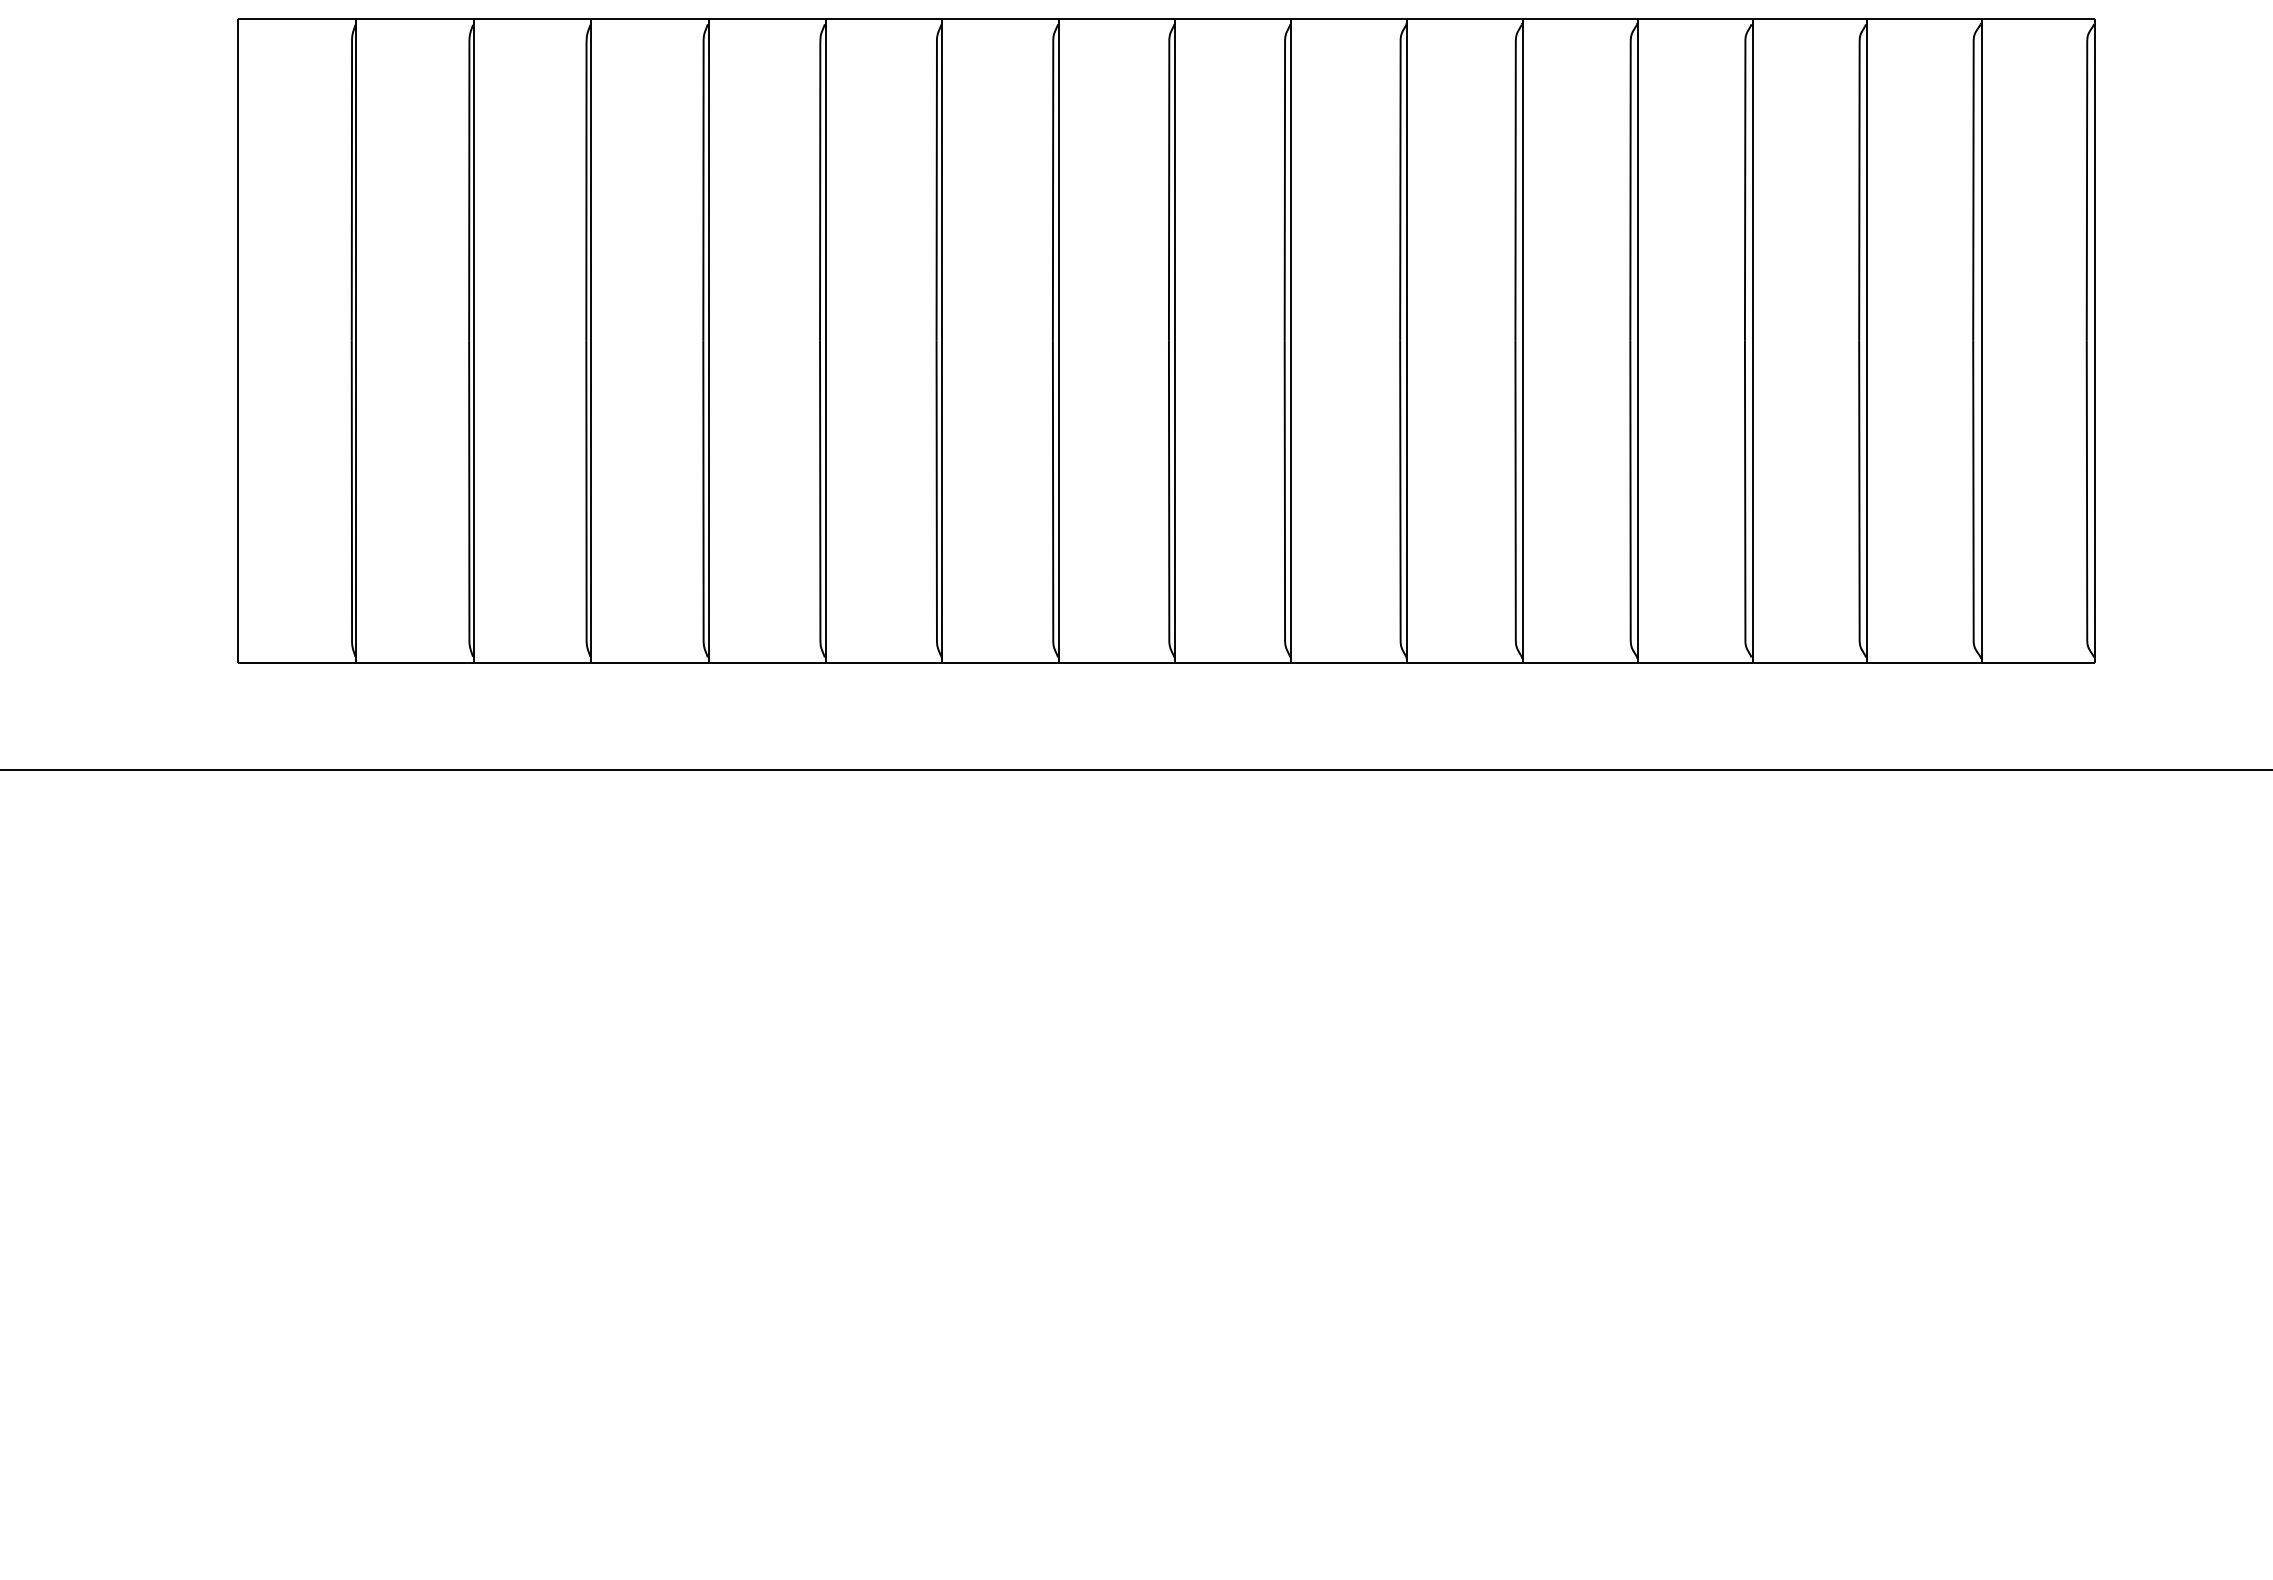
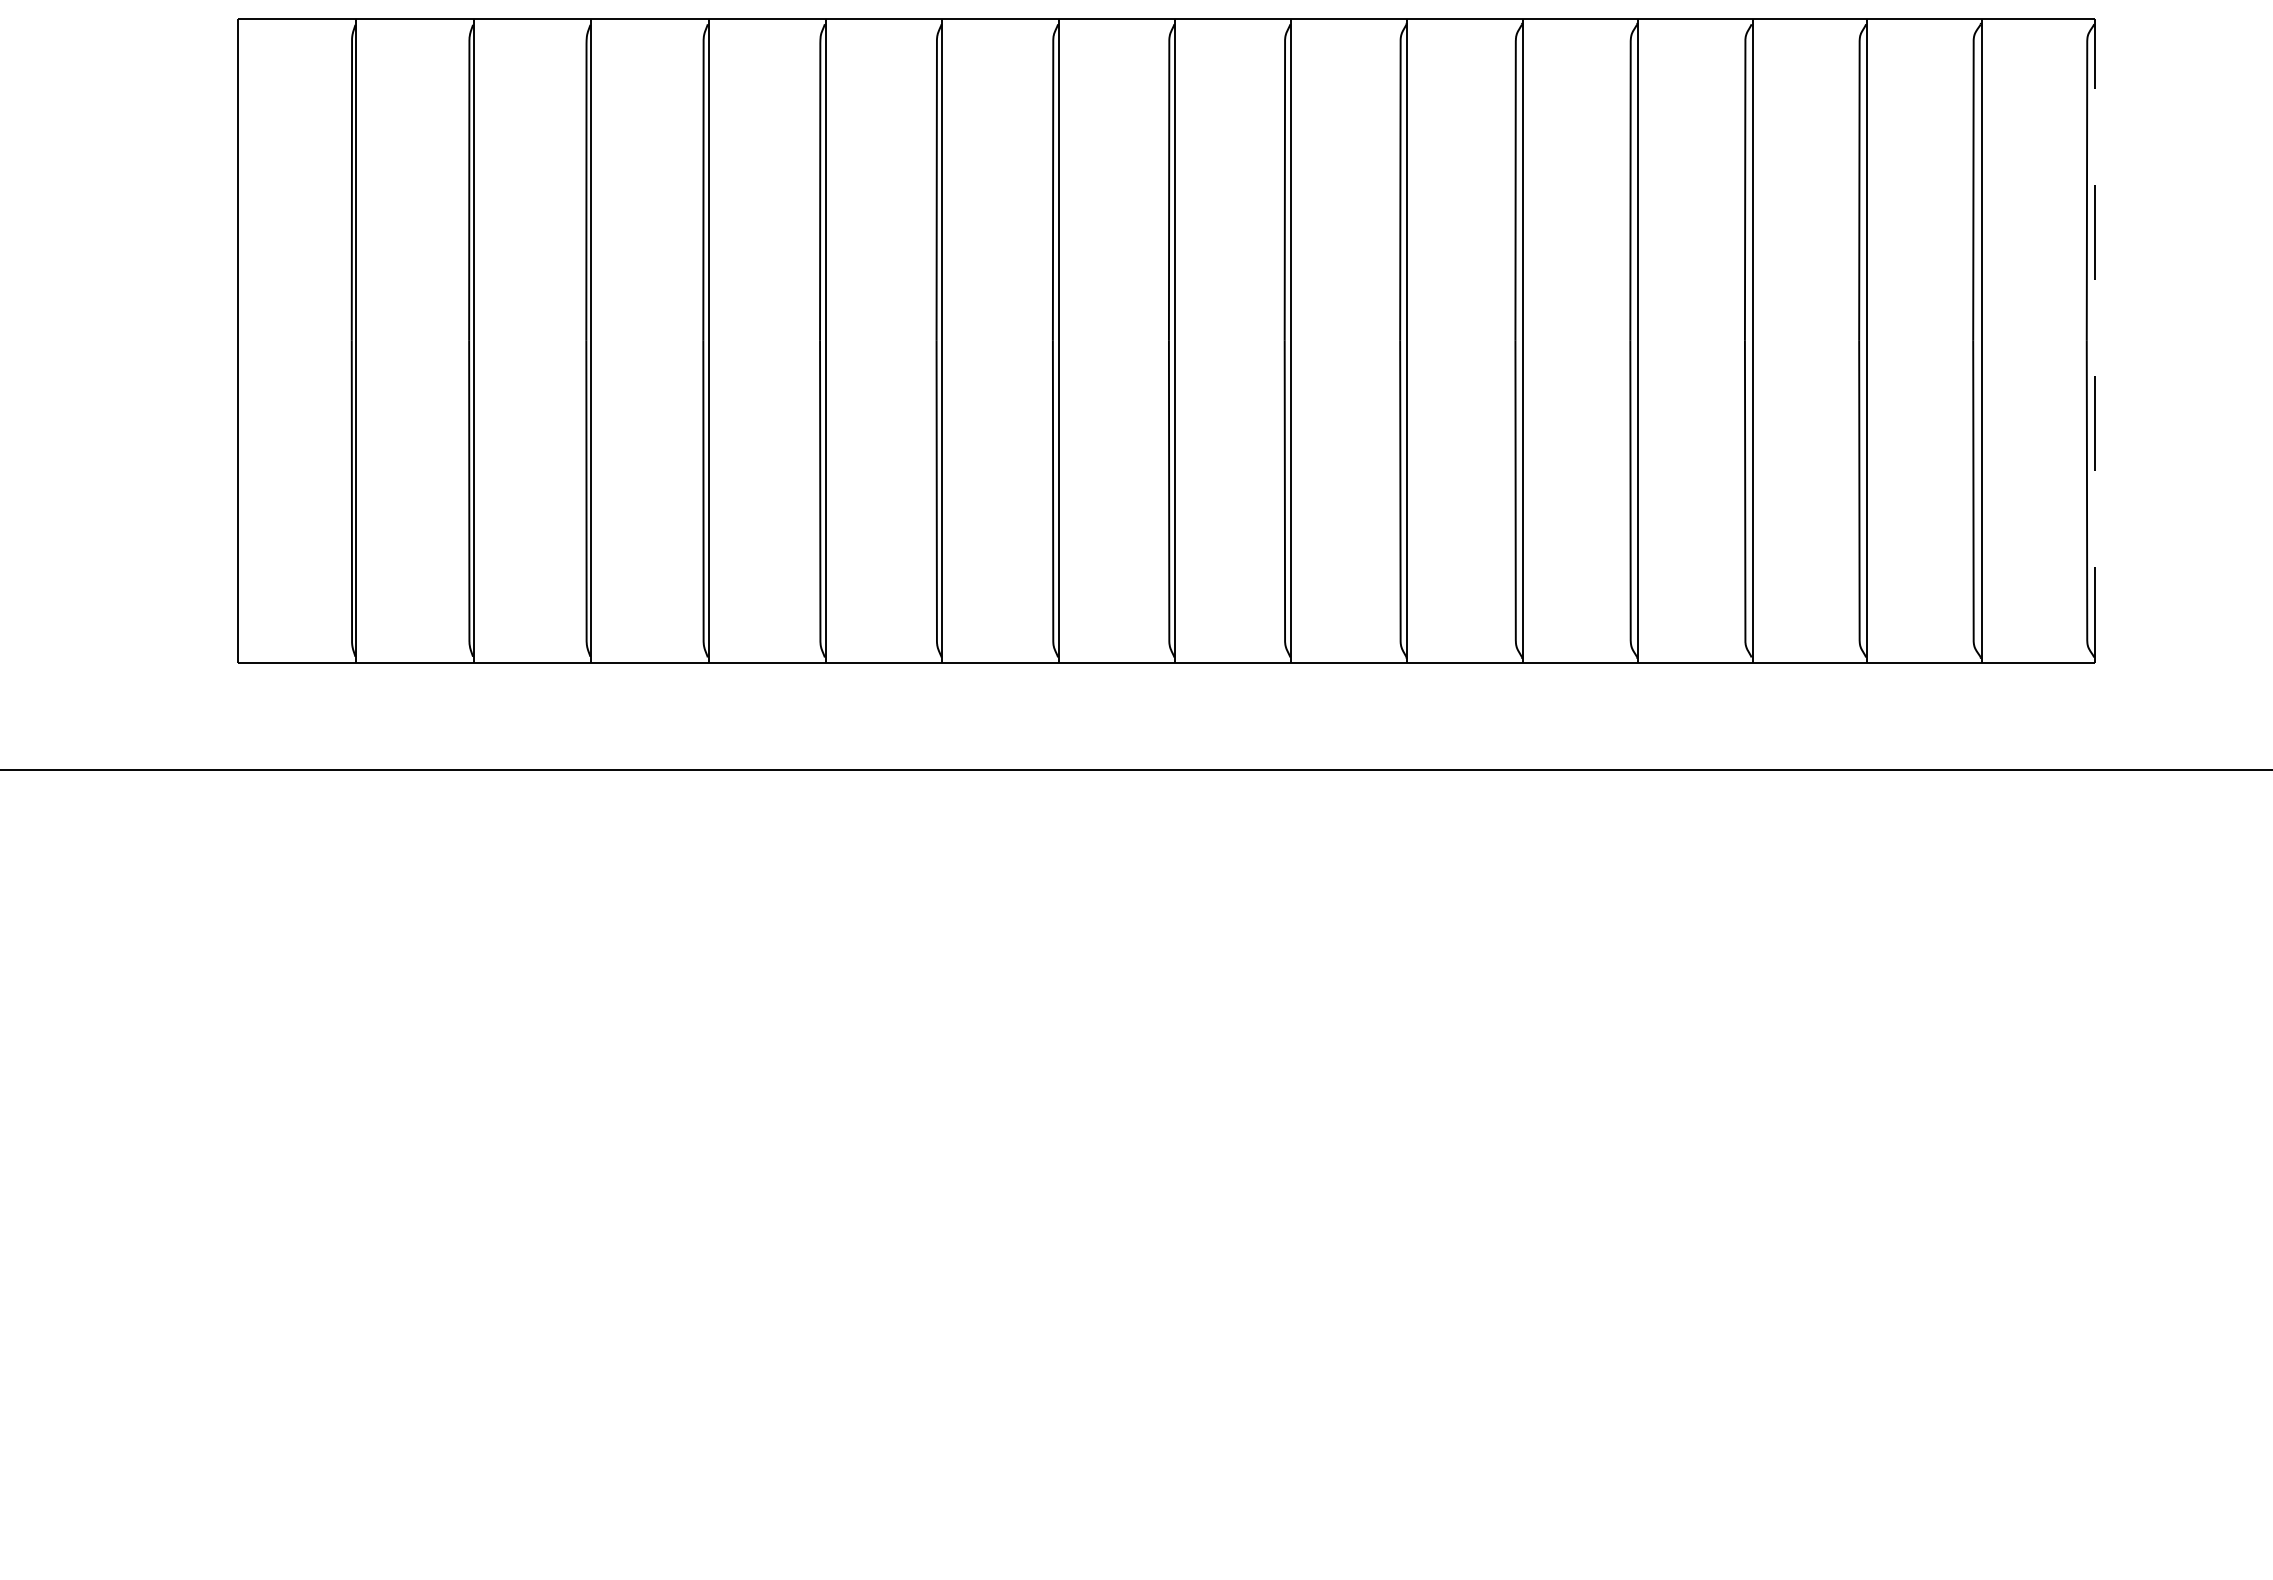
line at (2095, 340): solid -> dashed
